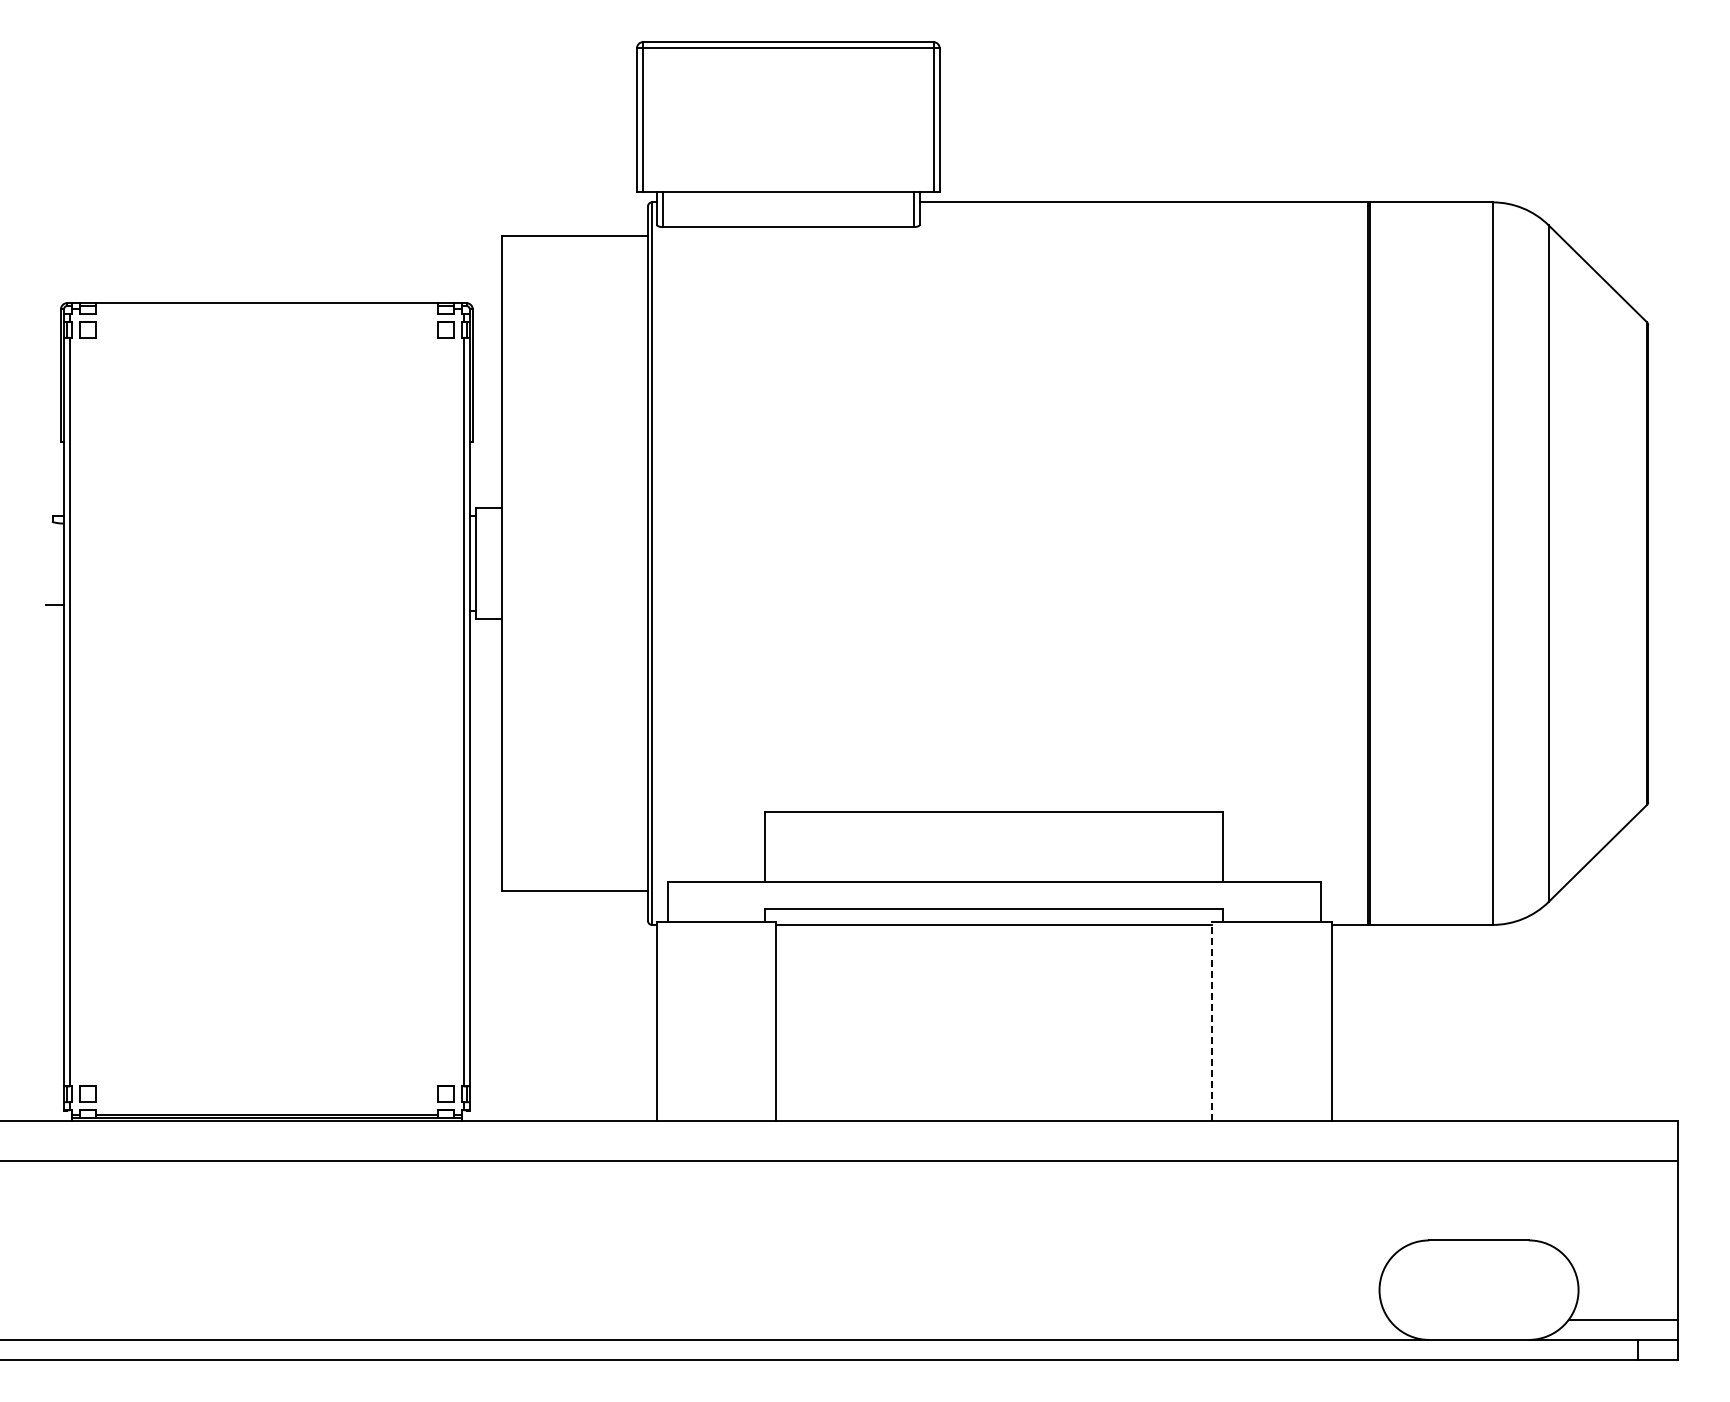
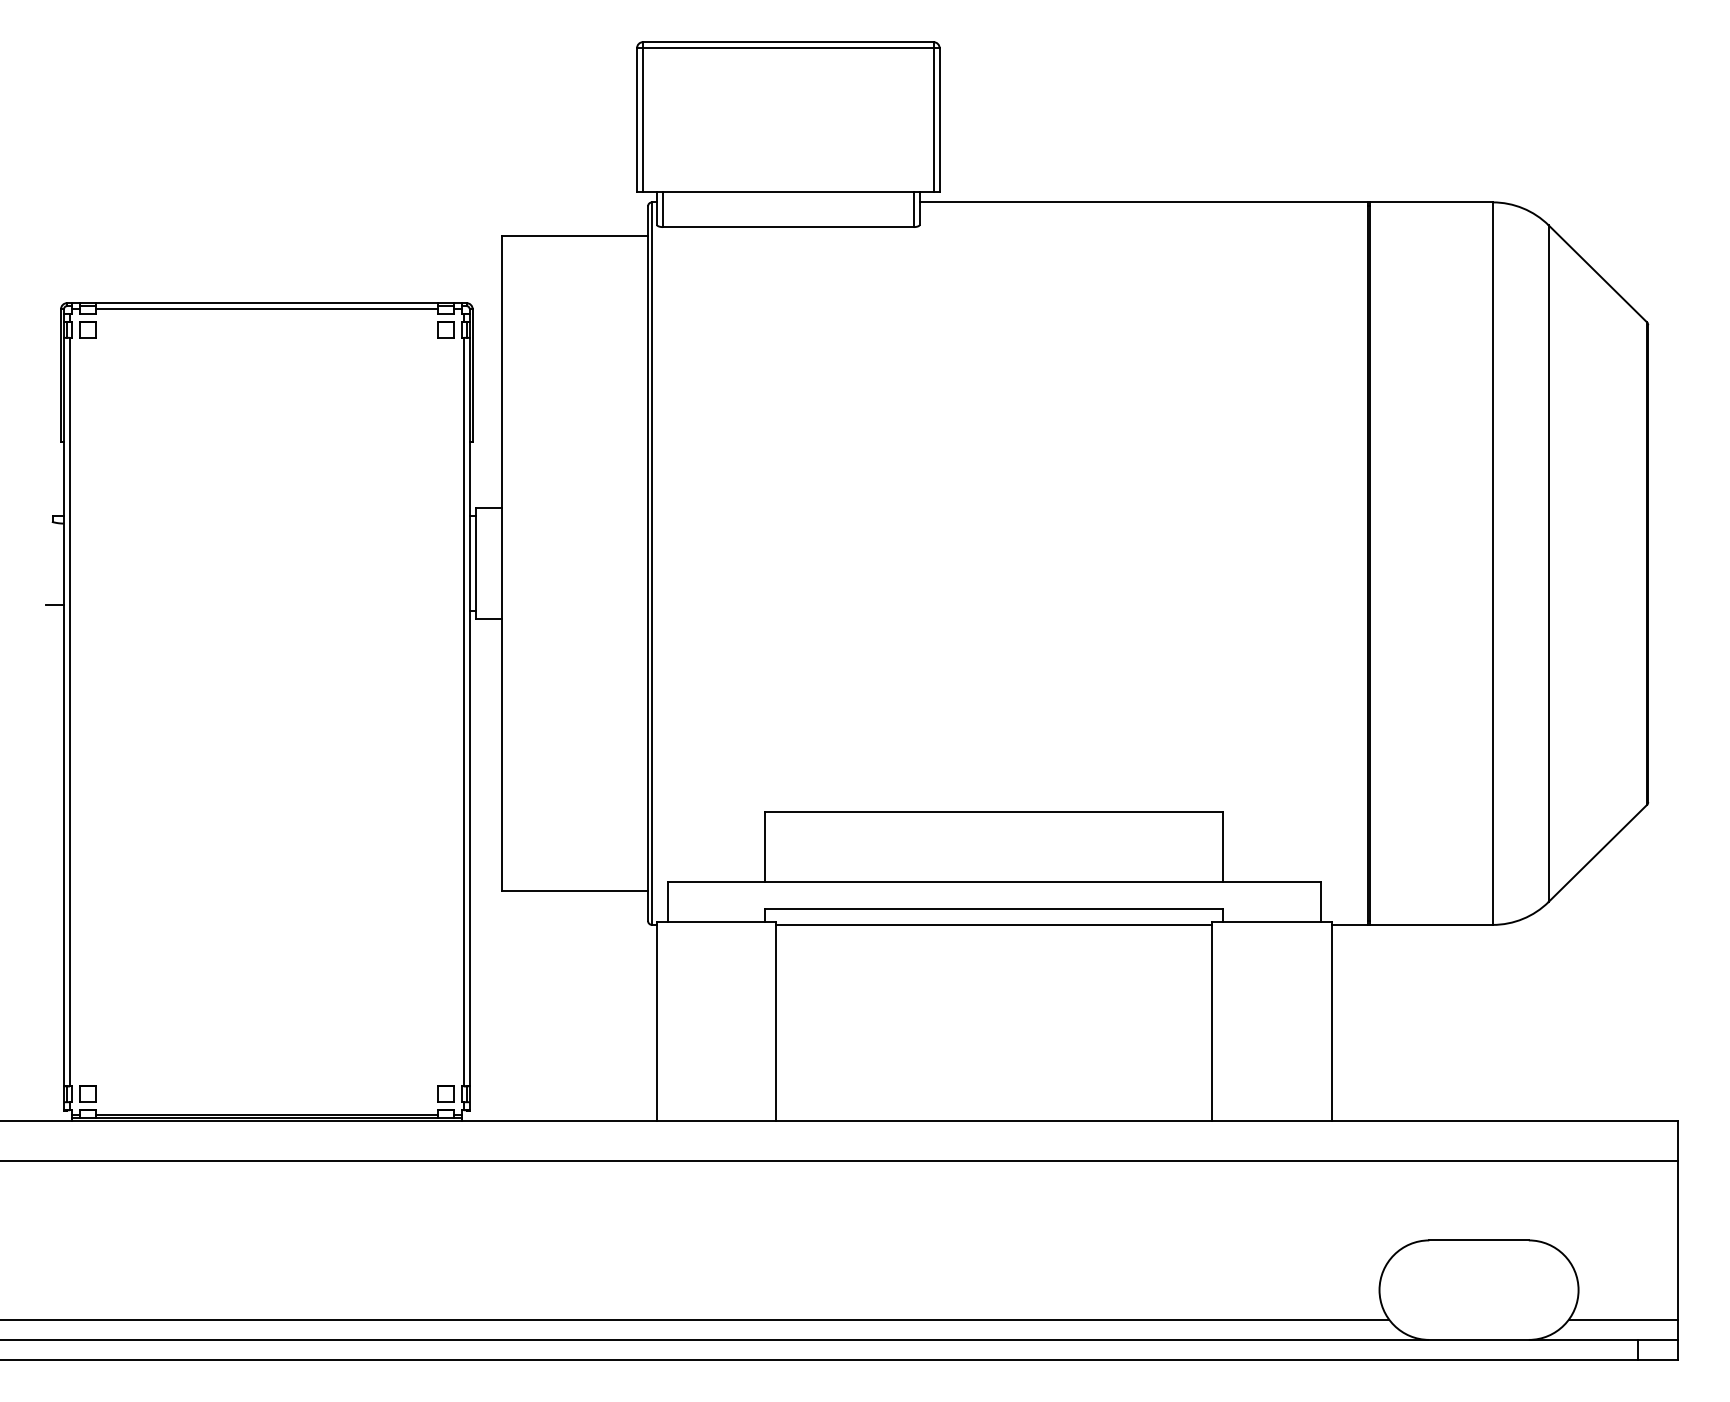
line at (266, 309): none -> present
line at (1212, 1021): dashed -> solid
line at (695, 1320): none -> present
